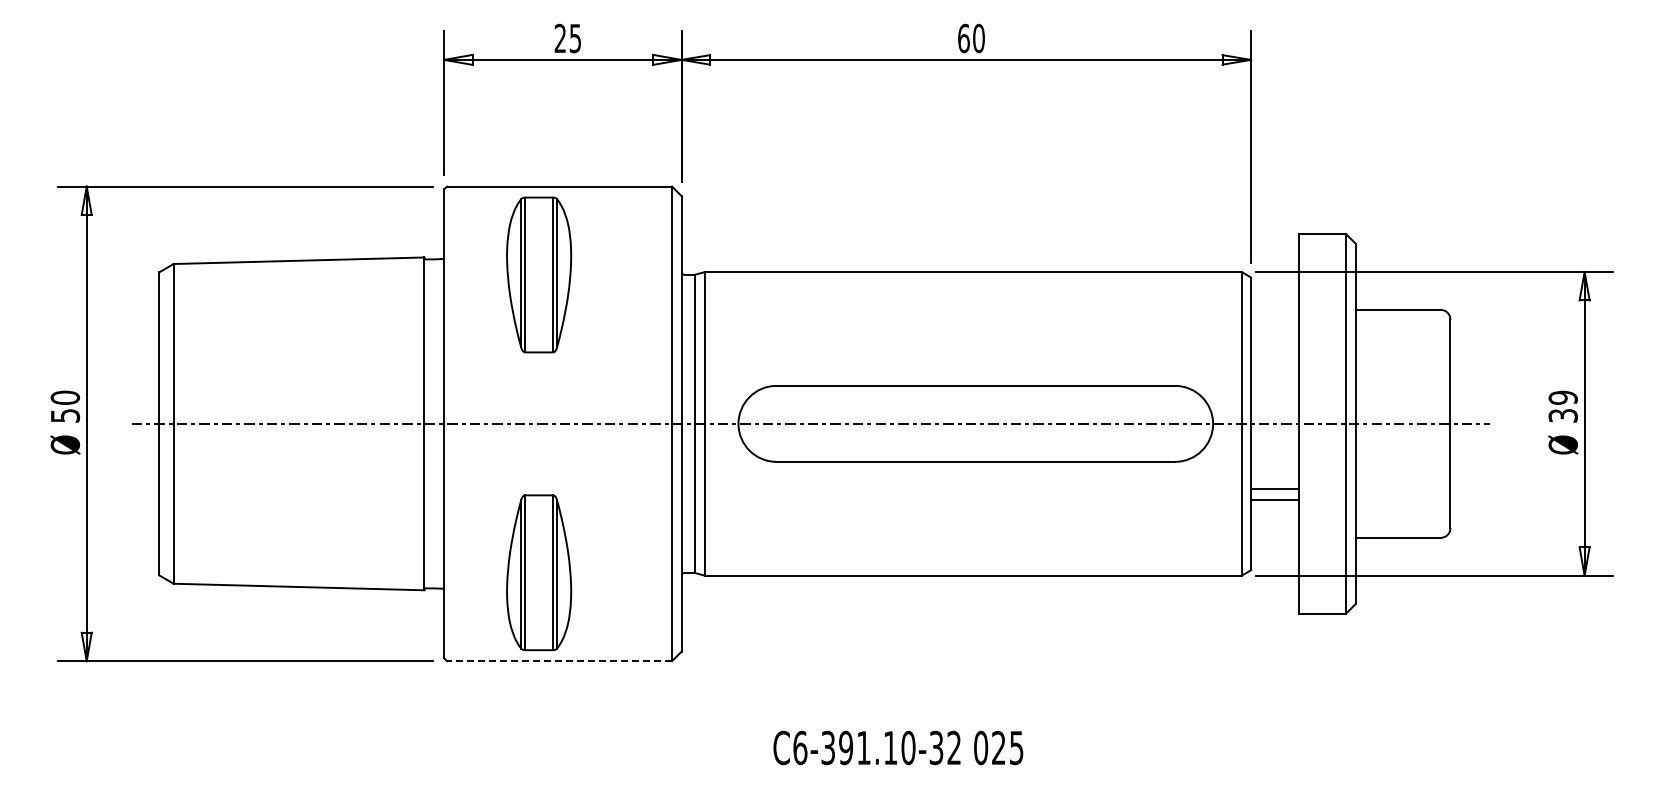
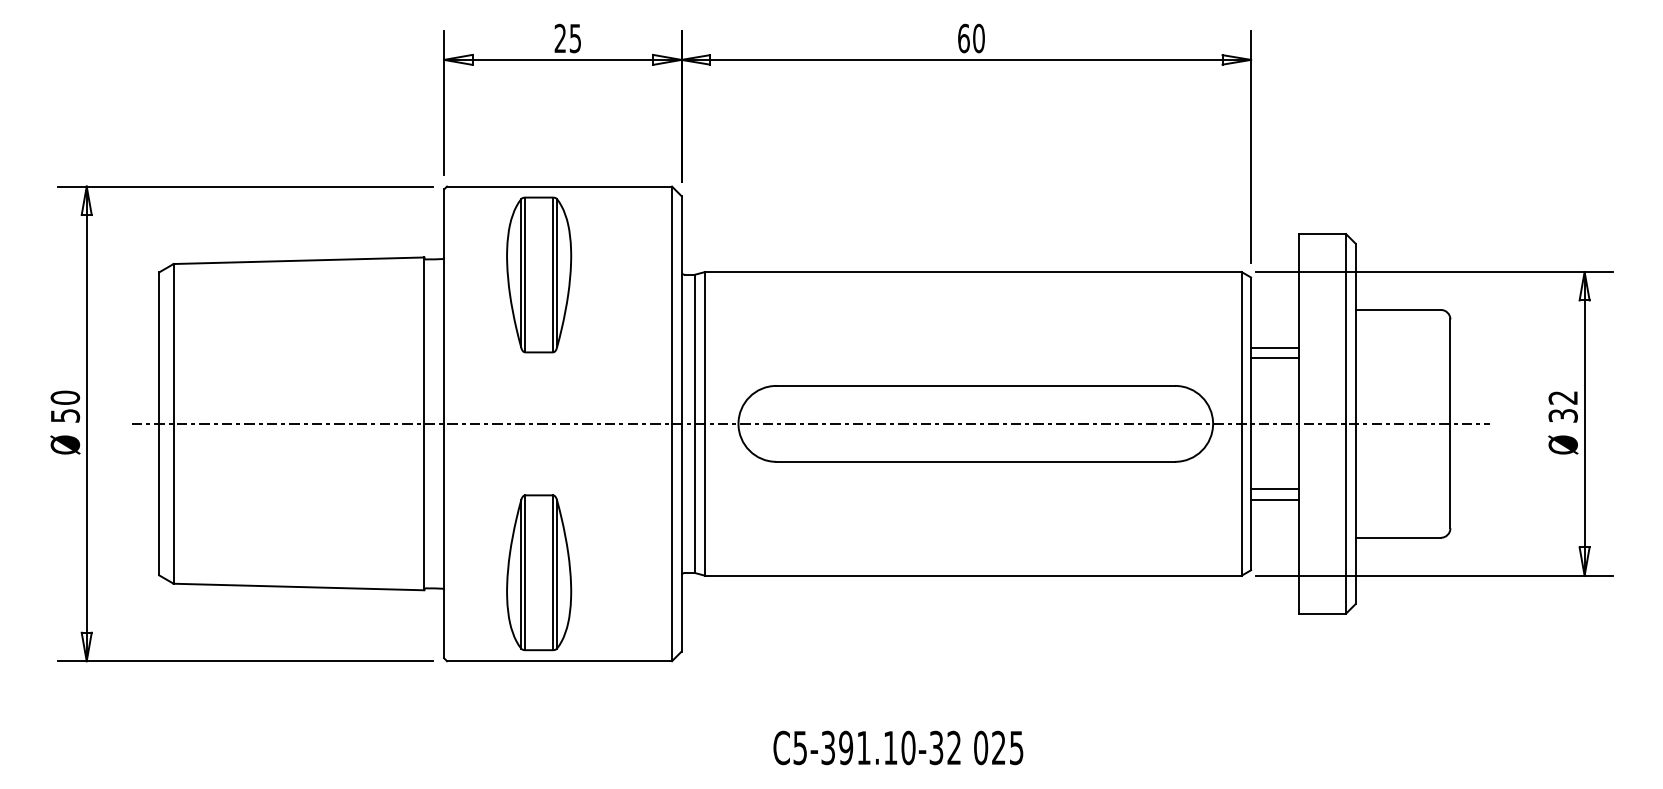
line at (1274, 347): none -> present
line at (1274, 358): none -> present
text at (1562, 397): 39 -> 32
line at (559, 661): dashed -> solid
text at (800, 747): C6-391.10-32 -> C5-391.10-32
